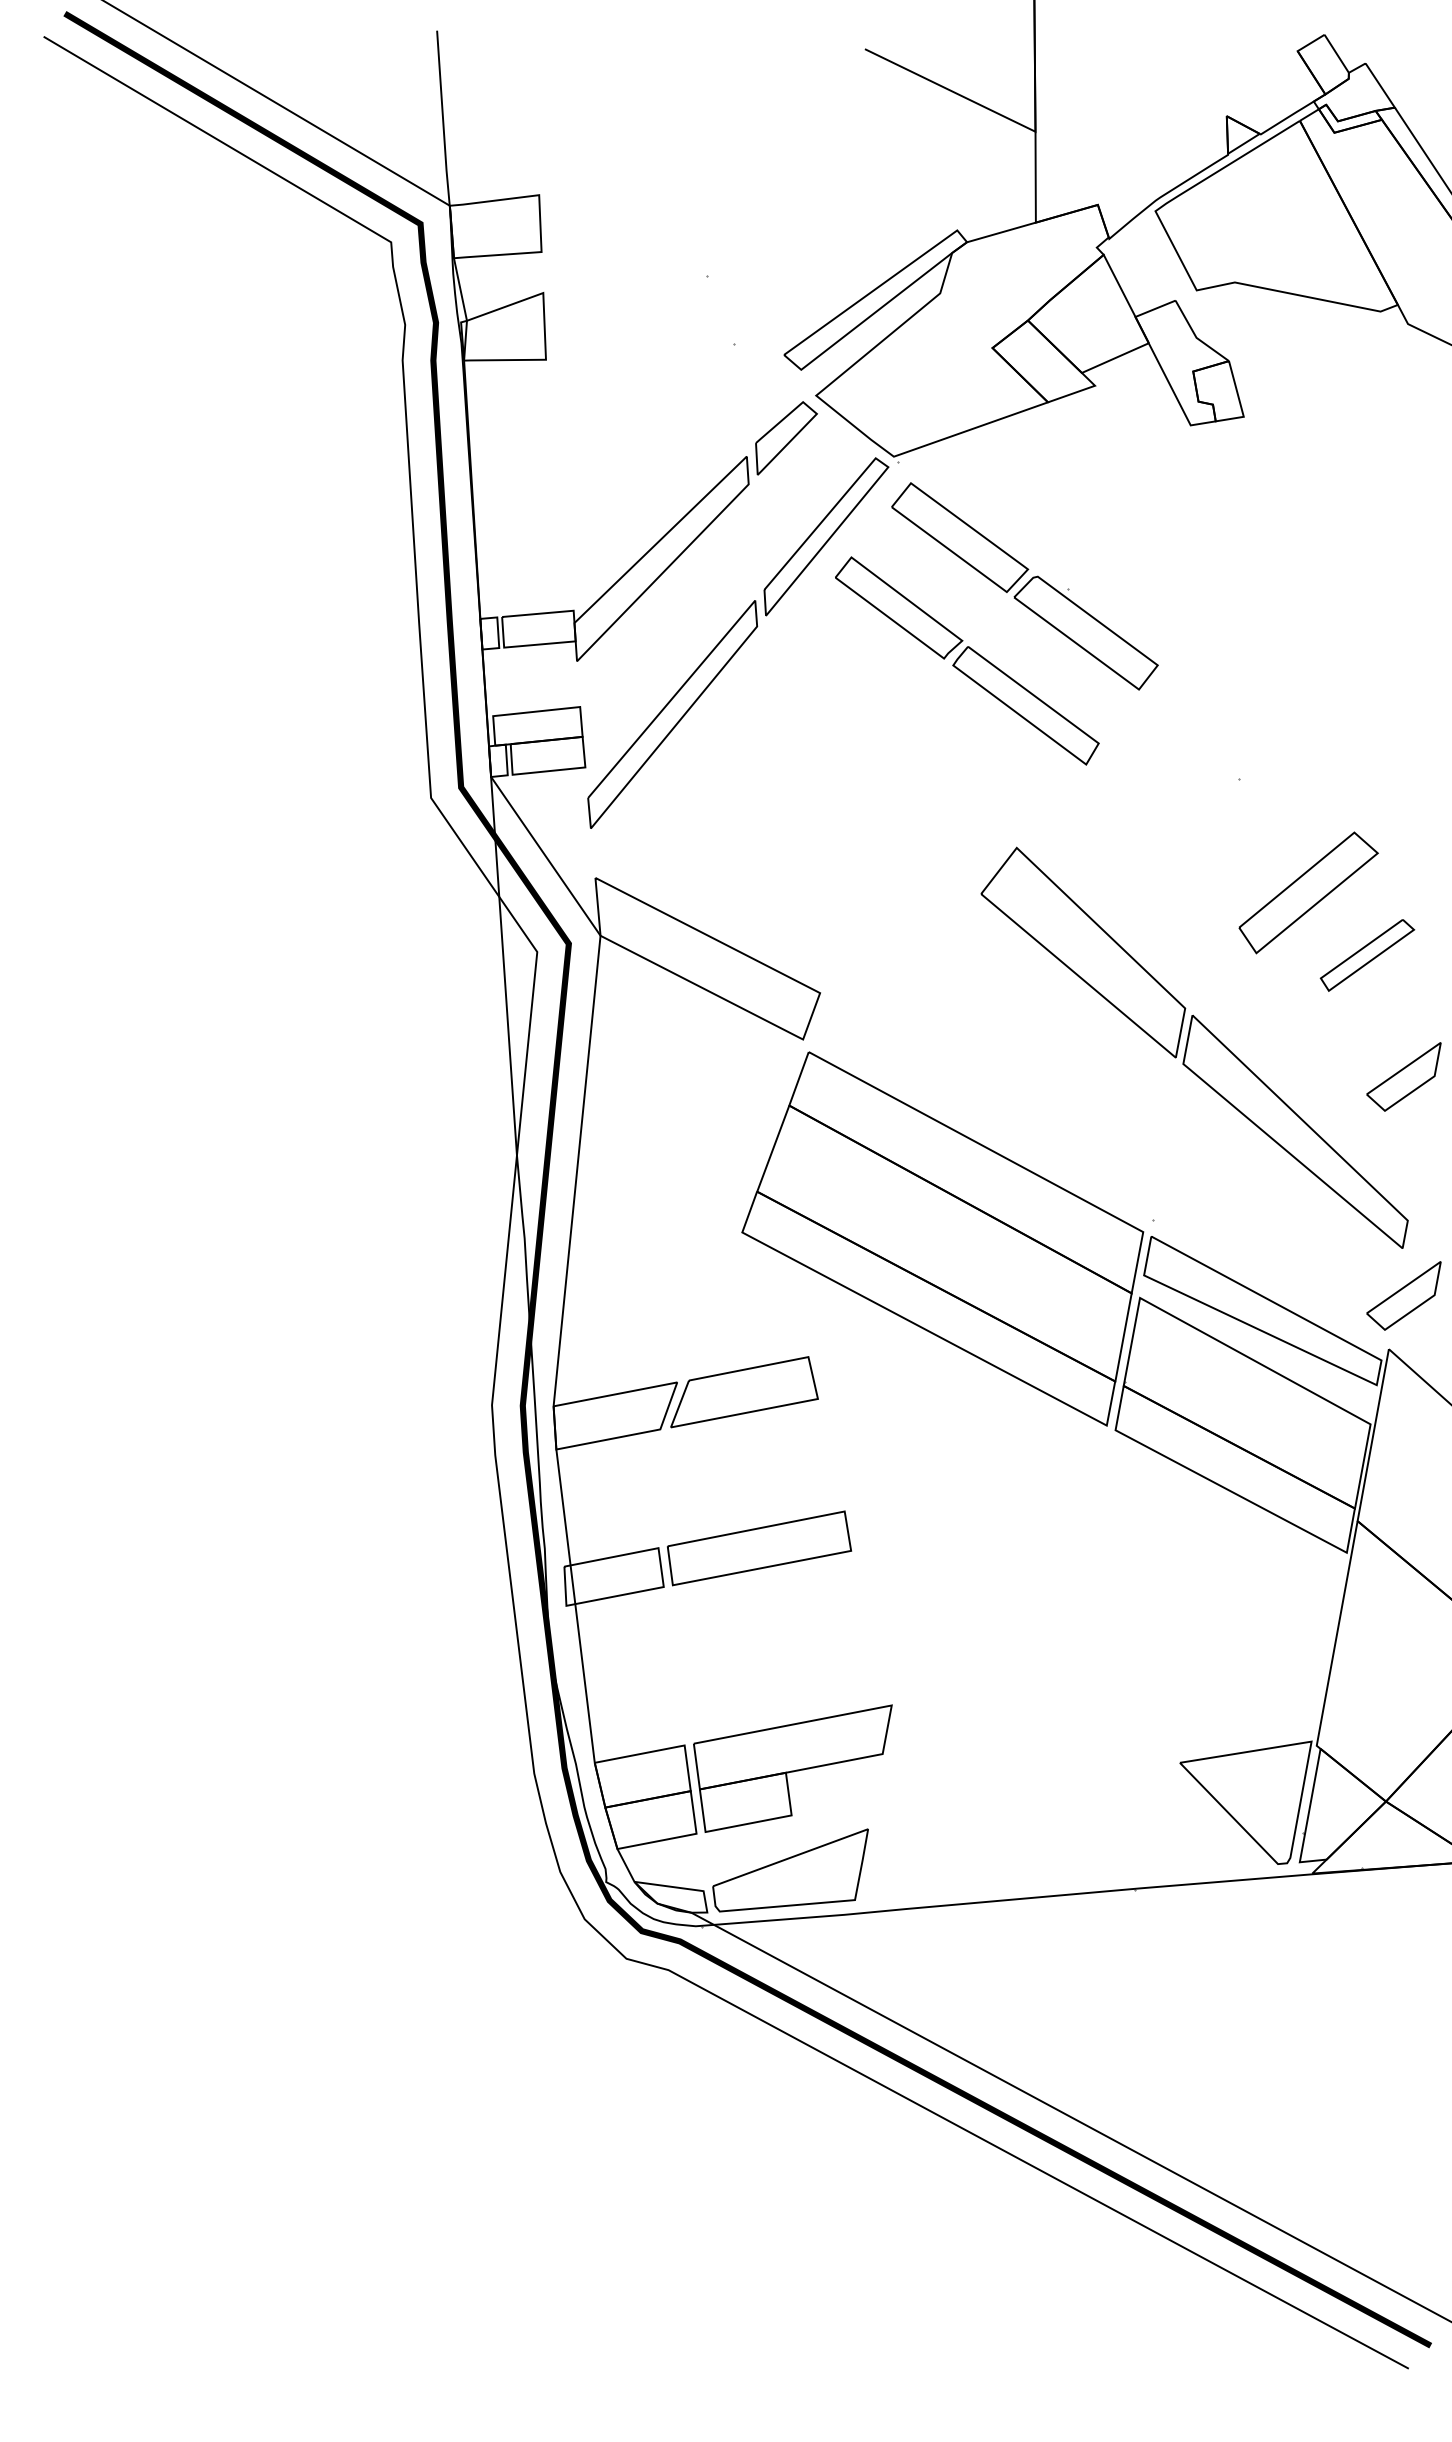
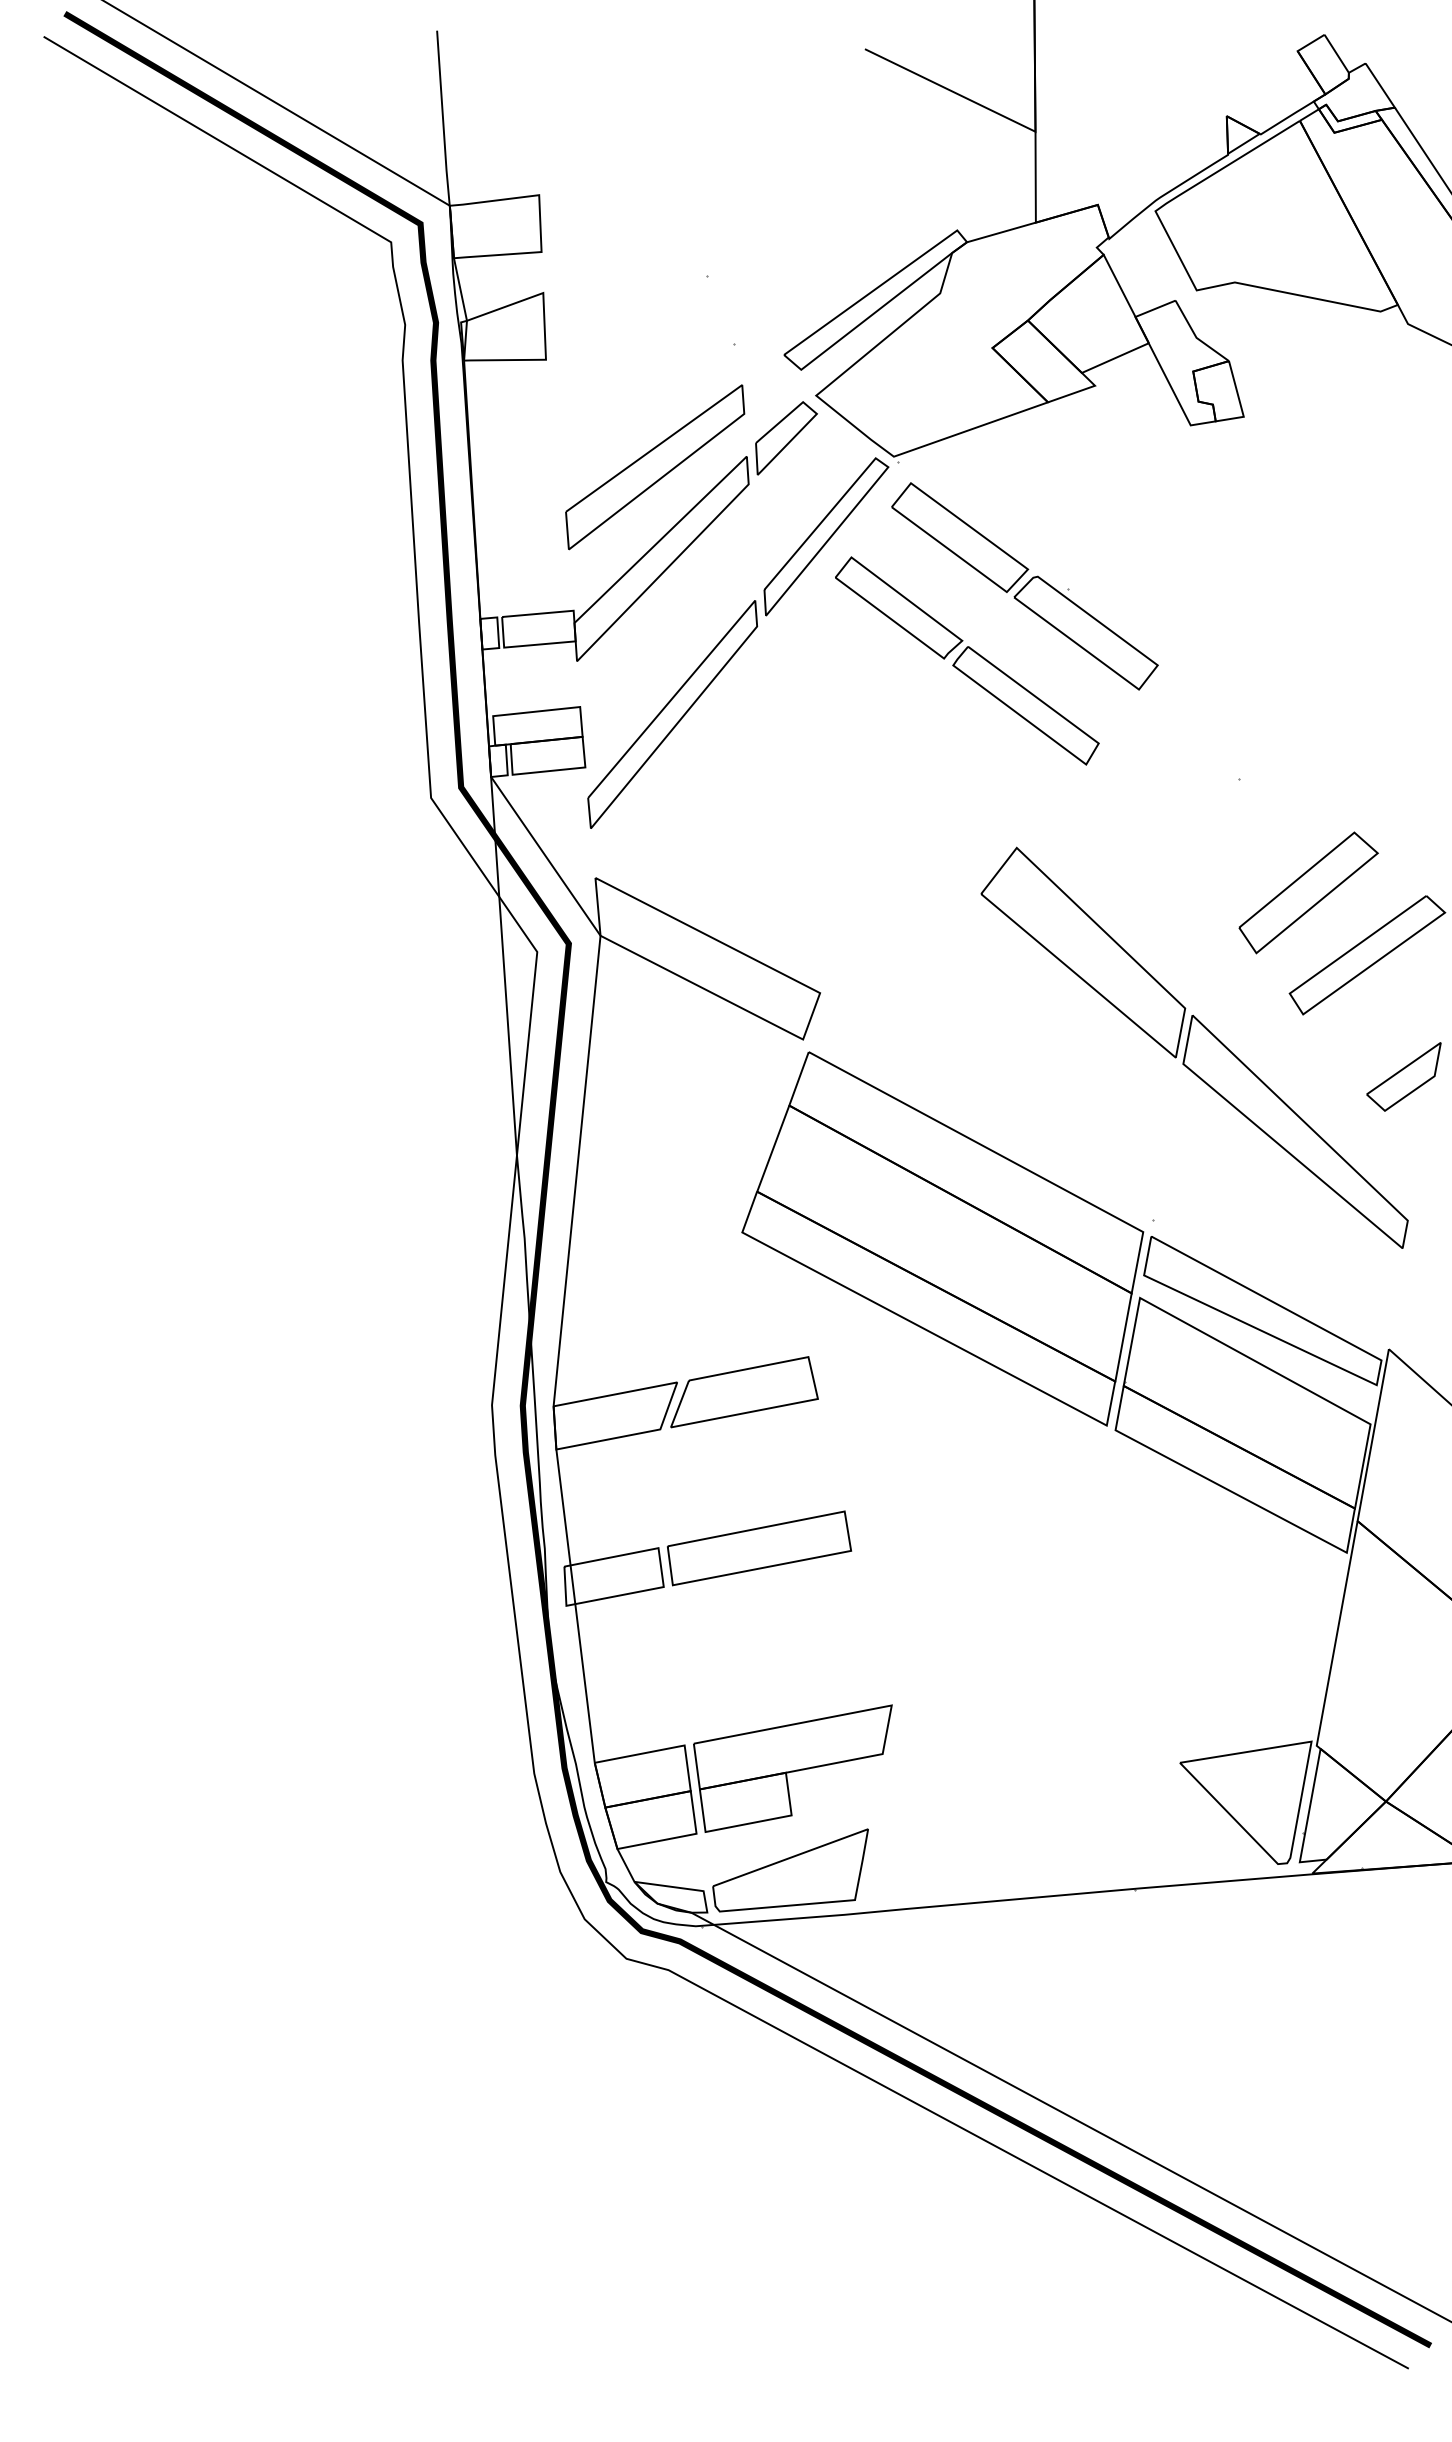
part at (655, 467): none -> present
part at (1367, 955) size: 97x73 px -> 159x121 px
part at (1403, 1295): present -> none
